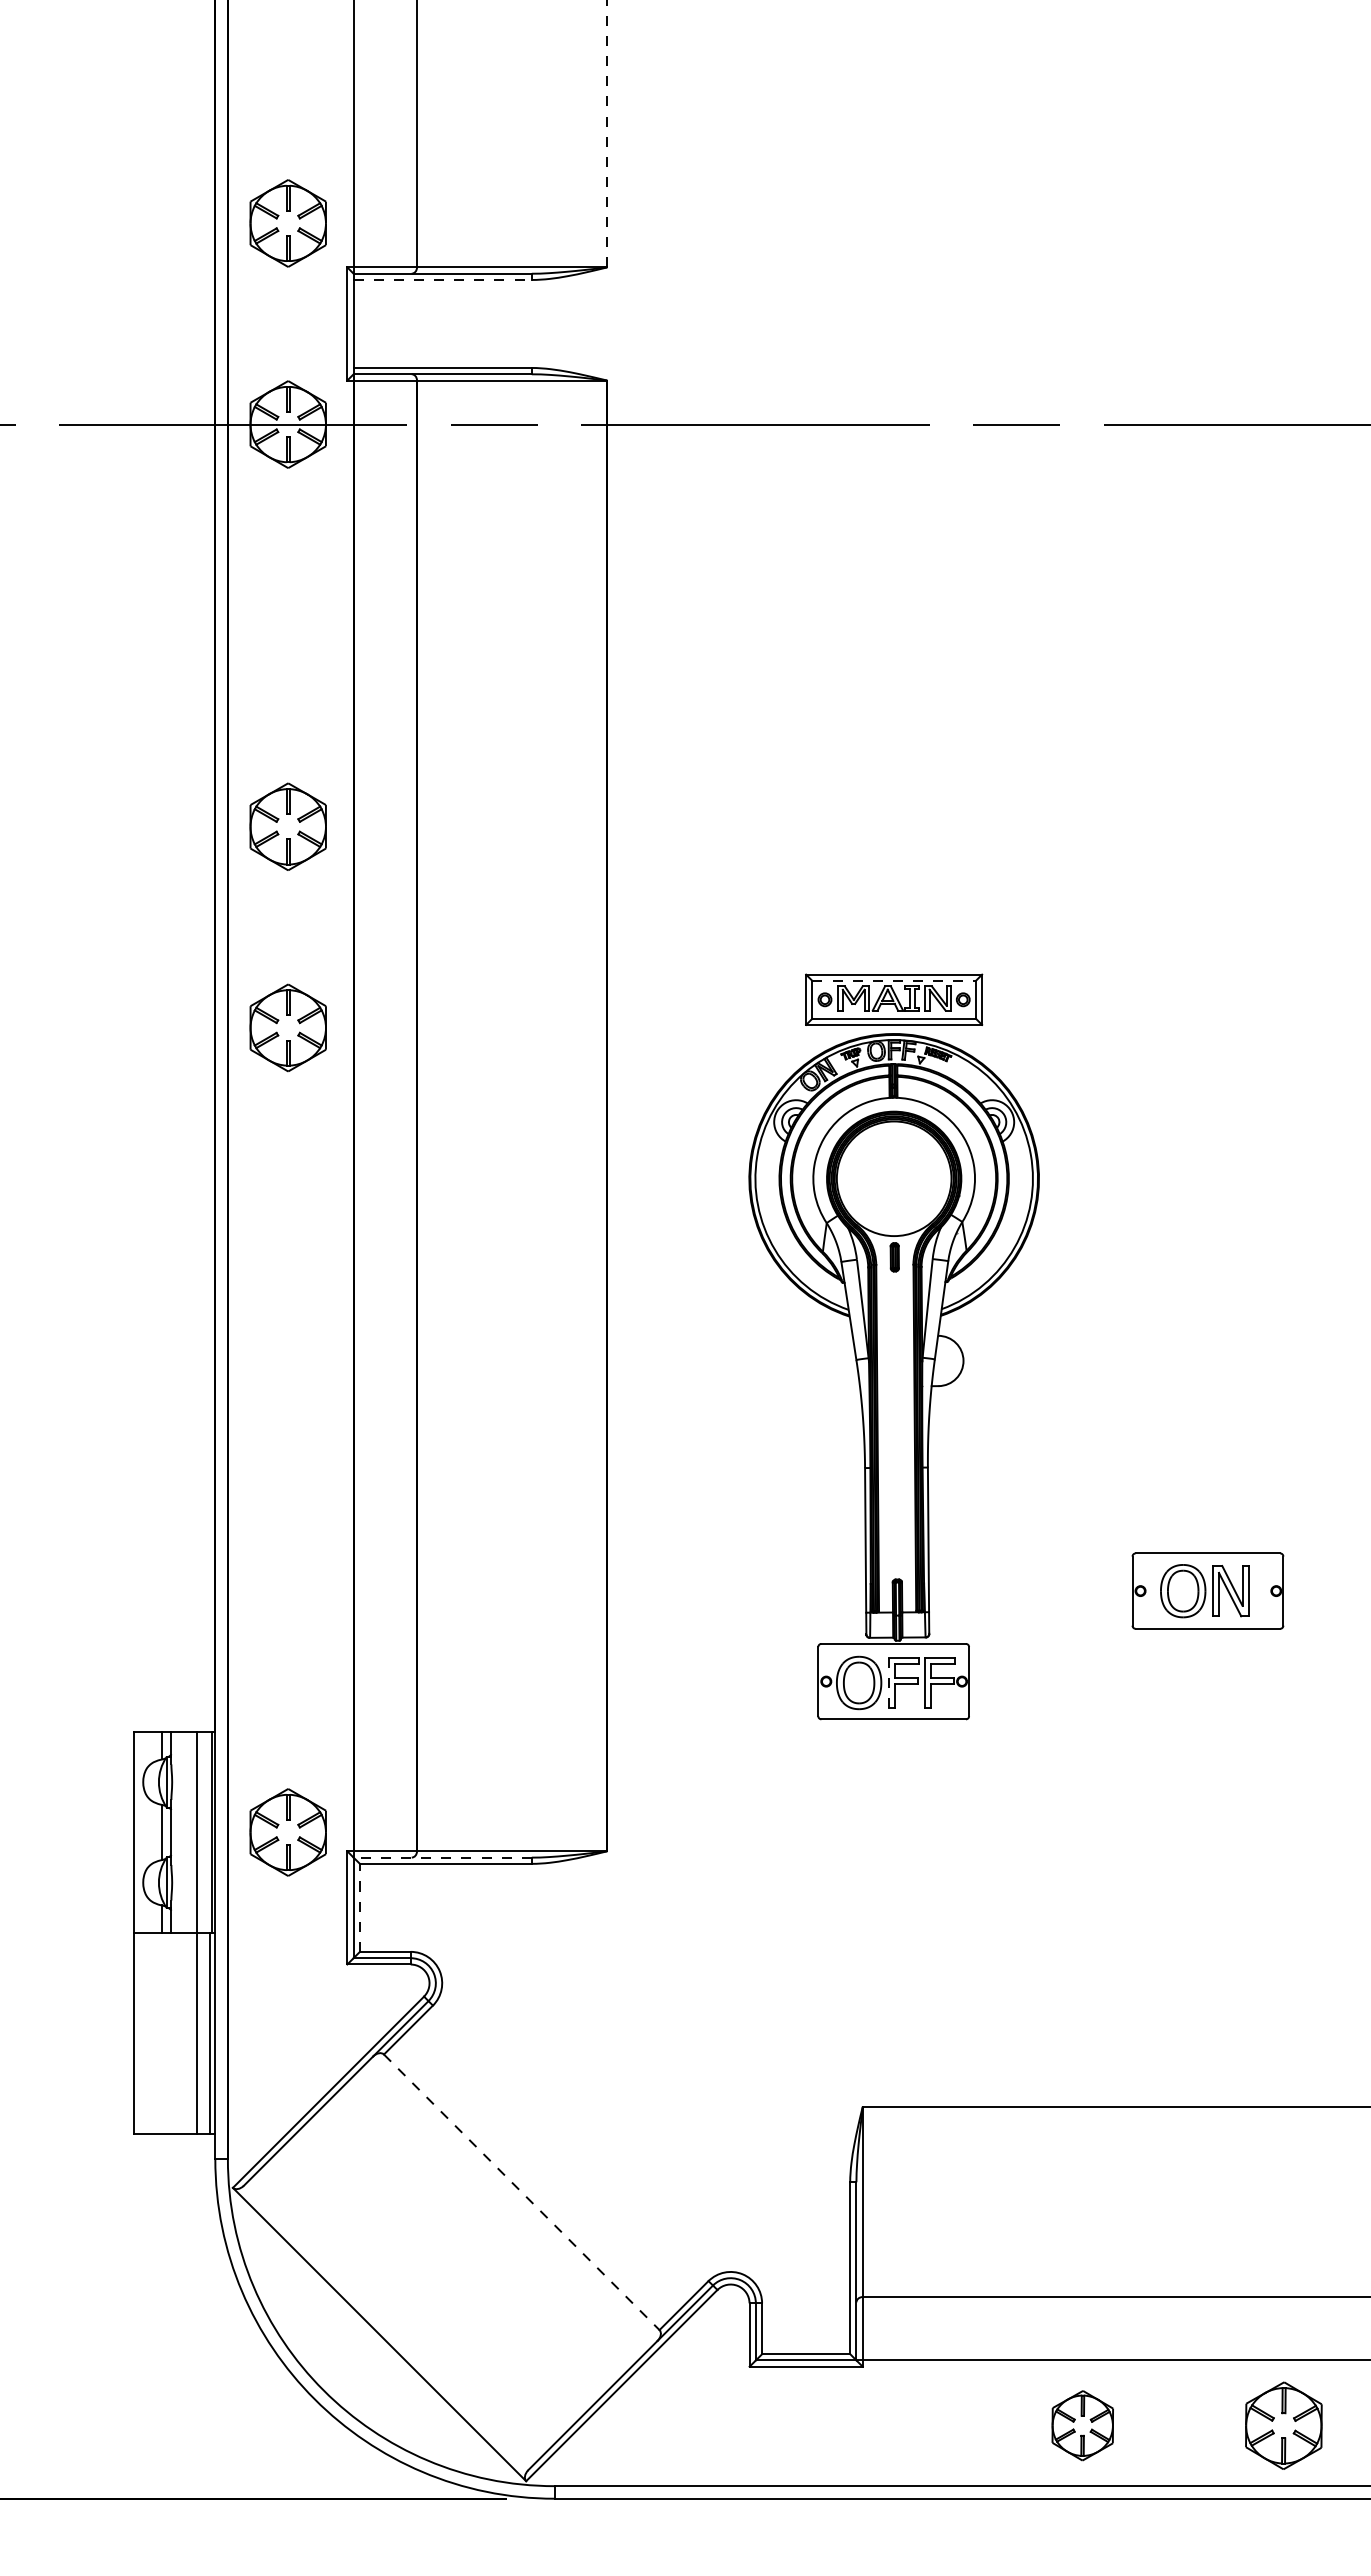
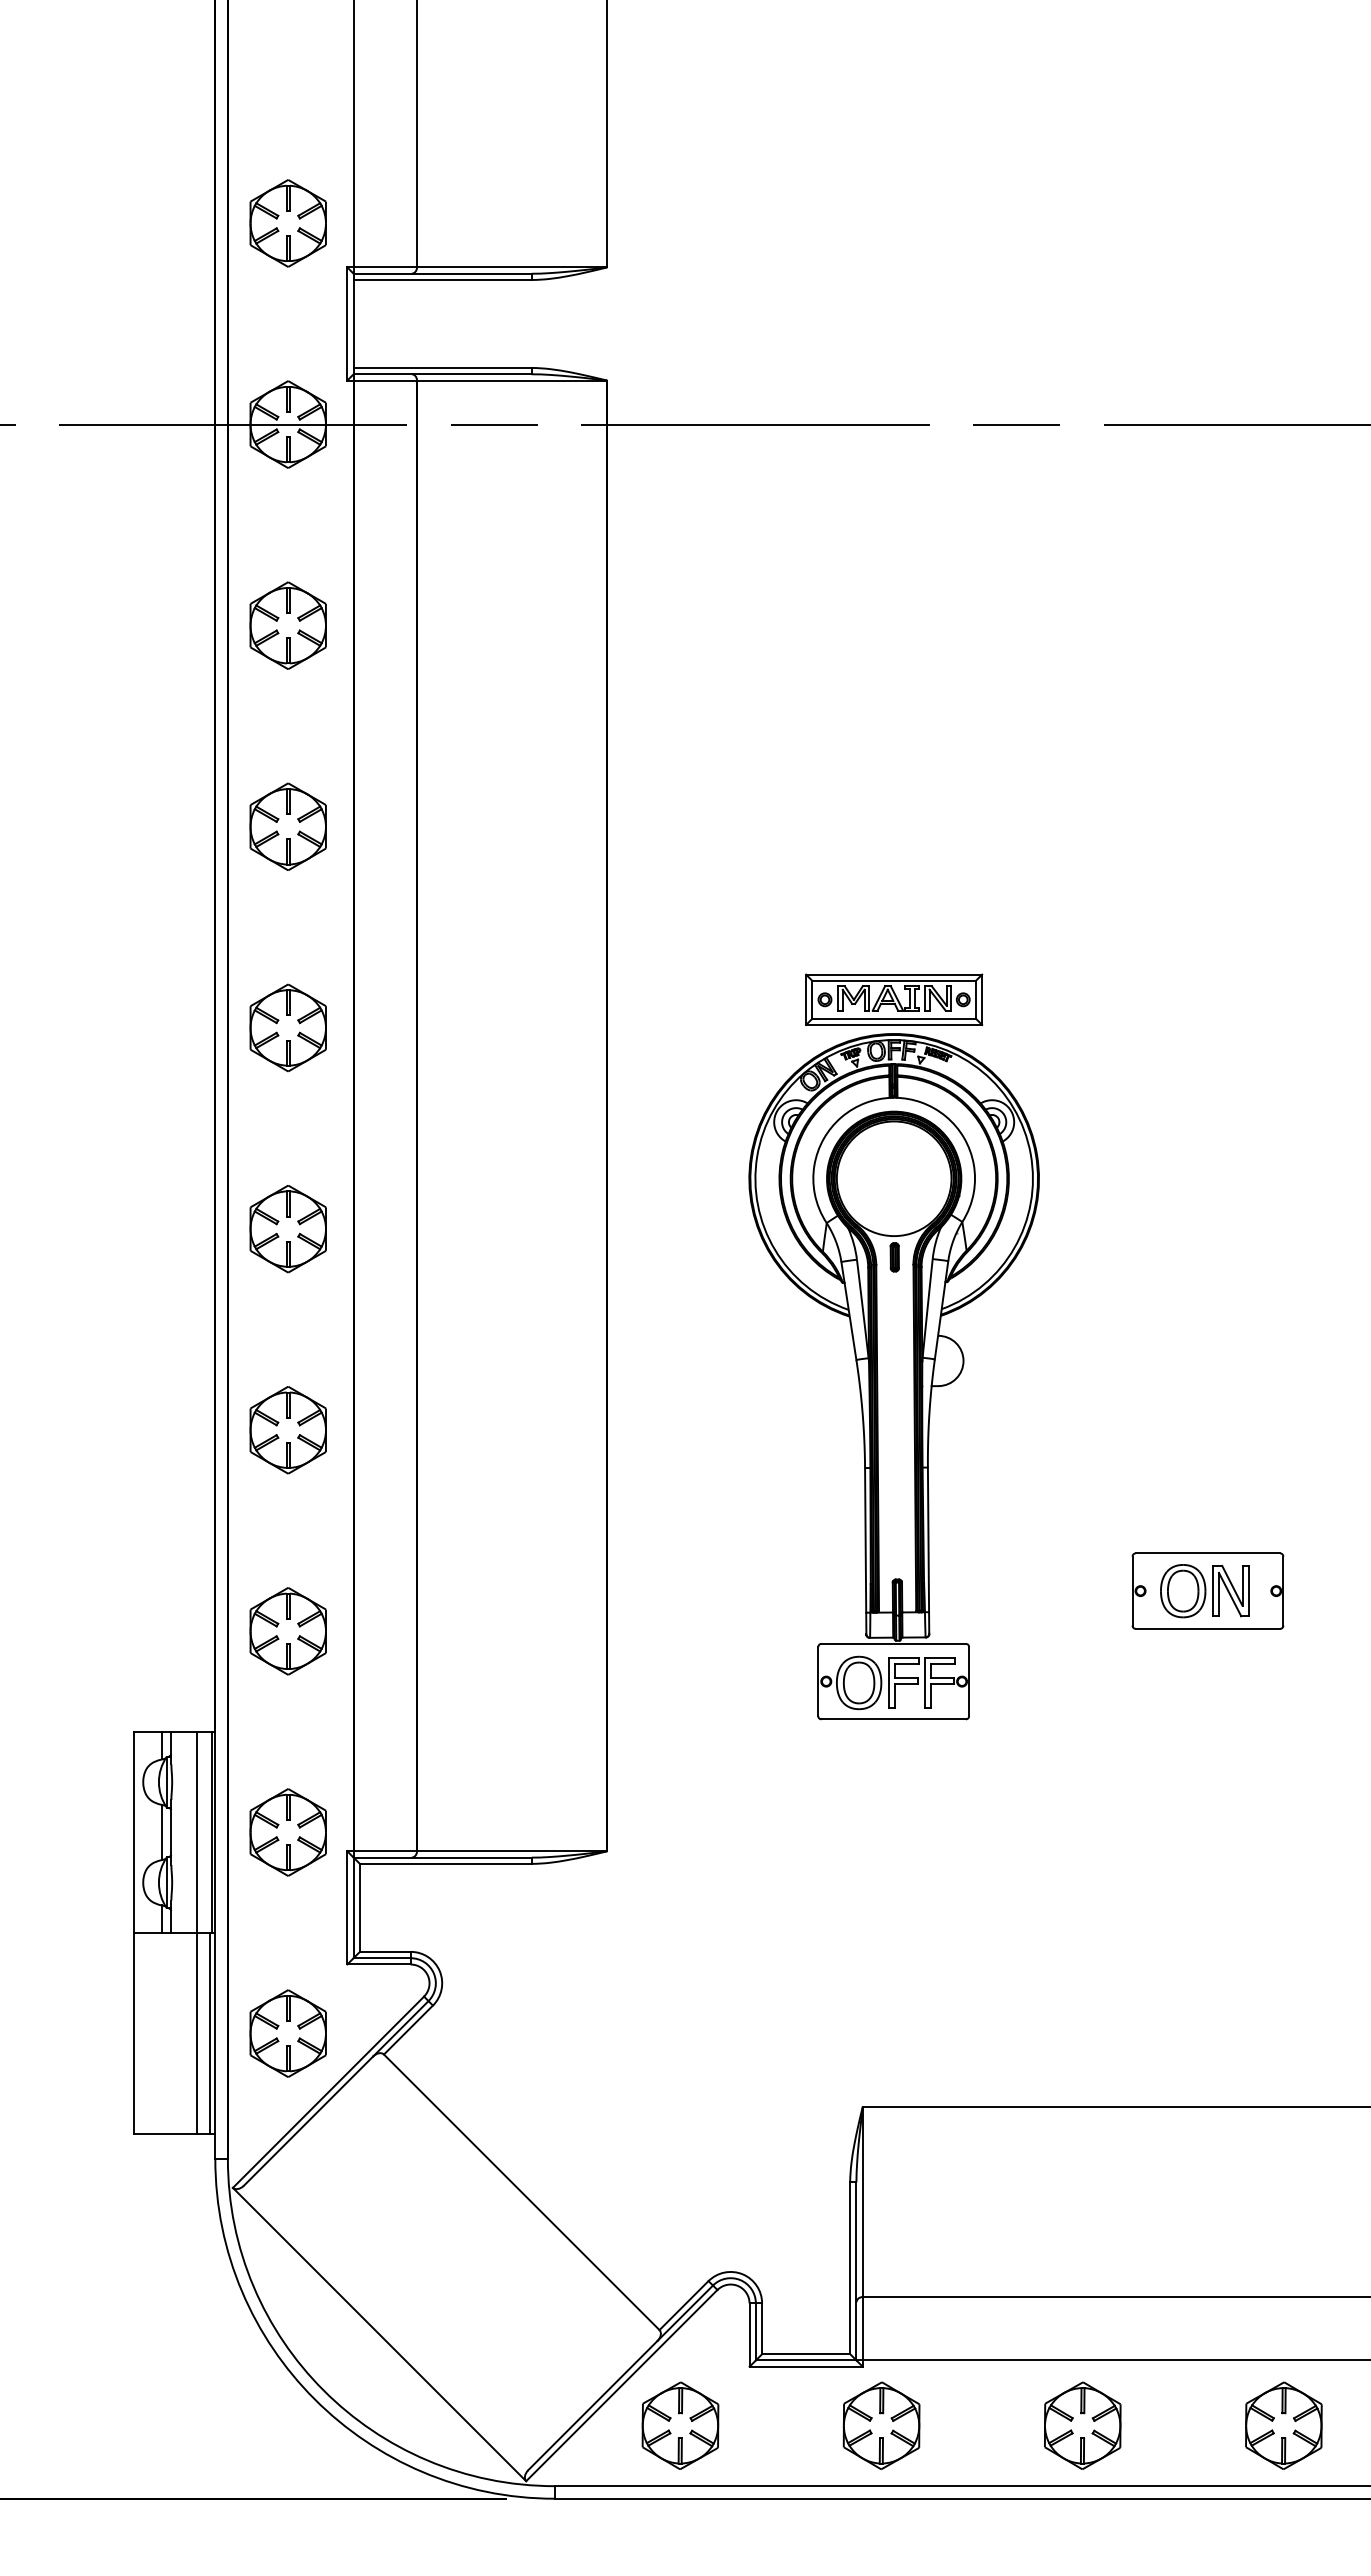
line at (607, 133): dashed -> solid
line at (443, 279): dashed -> solid
part at (287, 625): none -> present
line at (894, 980): dashed -> solid
part at (287, 1229): none -> present
part at (287, 1430): none -> present
part at (287, 1631): none -> present
line at (888, 1682): dashed -> solid
line at (442, 1857): dashed -> solid
line at (359, 1907): dashed -> solid
part at (287, 2033): none -> present
line at (521, 2192): dashed -> solid
part at (680, 2425): none -> present
part at (881, 2425): none -> present
part at (1082, 2425) size: 63x72 px -> 78x89 px
